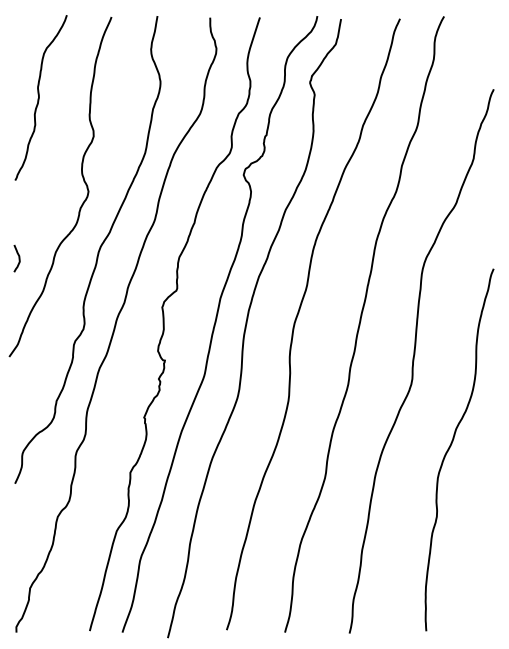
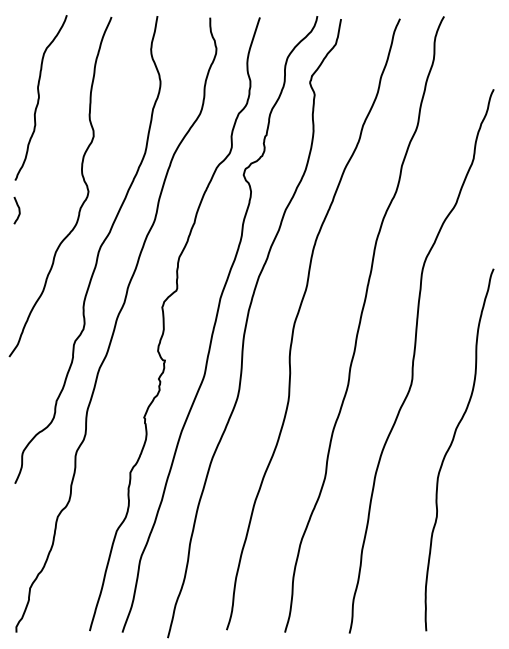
curve at (18, 258) position: (18, 258) -> (18, 210)
